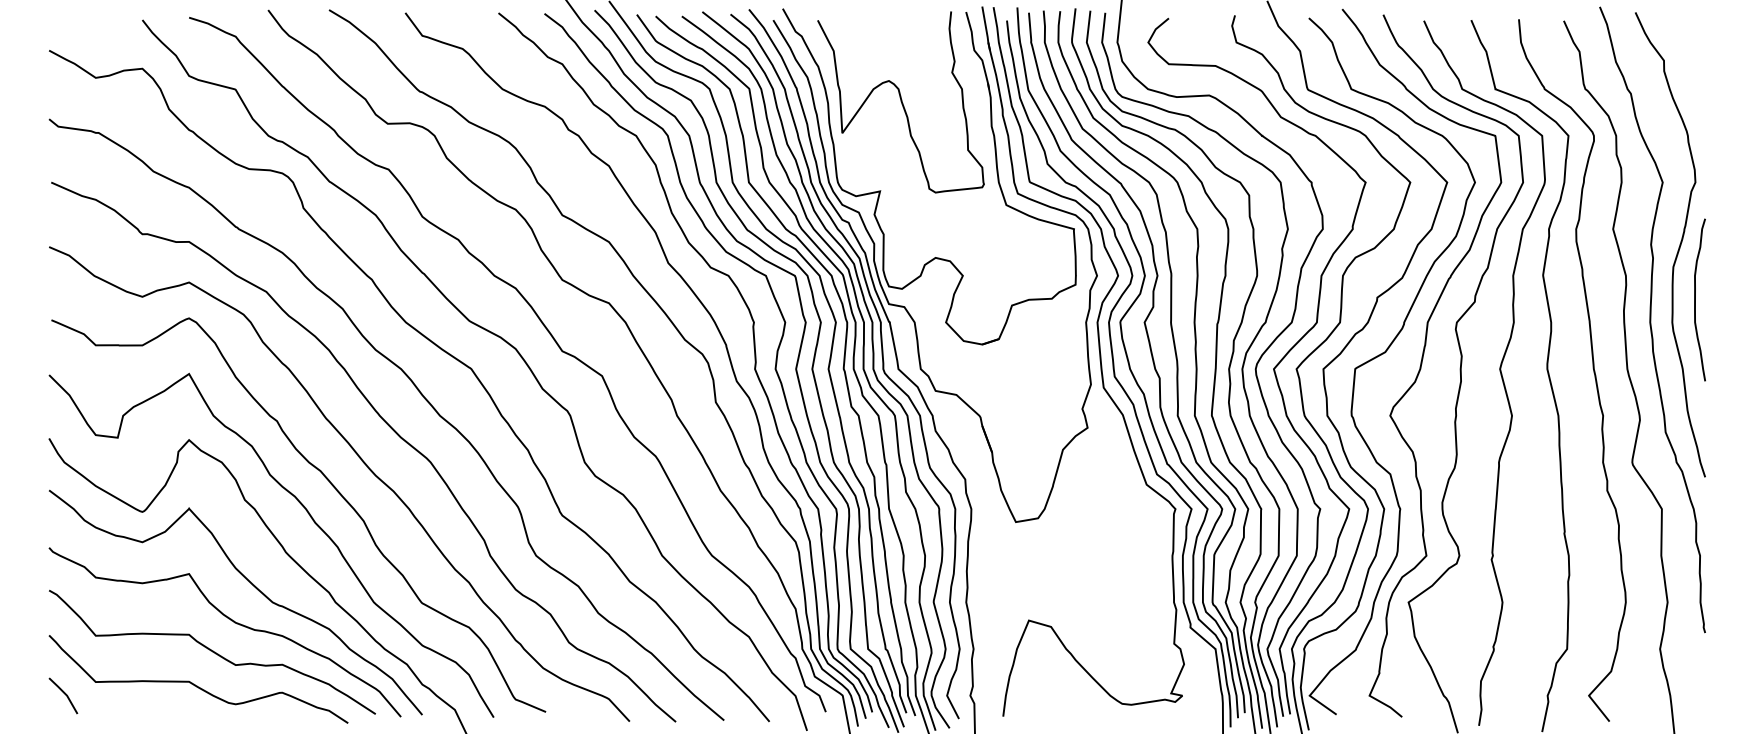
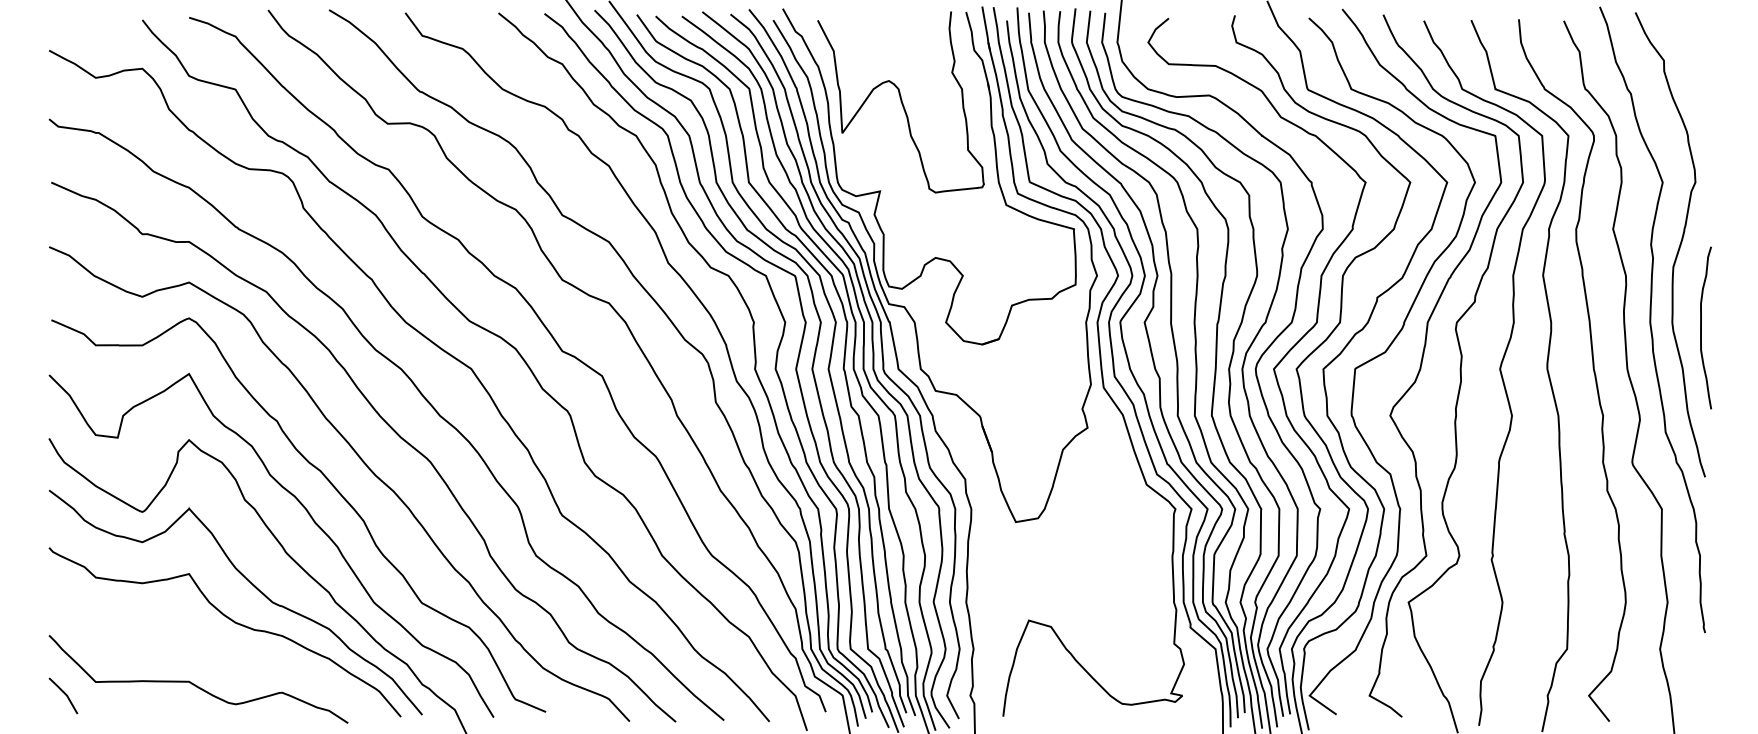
curve at (1695, 299) position: (1695, 299) -> (1701, 327)
curve at (212, 651): present -> none
